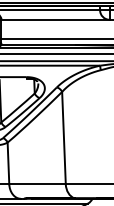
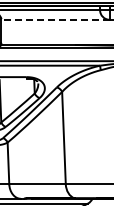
line at (55, 19): solid -> dashed
line at (56, 39): present -> none
line at (56, 53): present -> none
